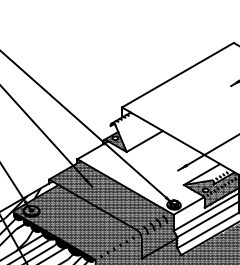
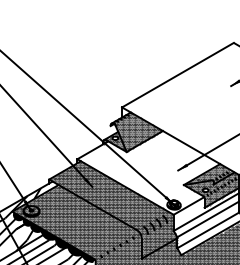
hatch at (137, 132): none -> present
hatch at (209, 173): none -> present
